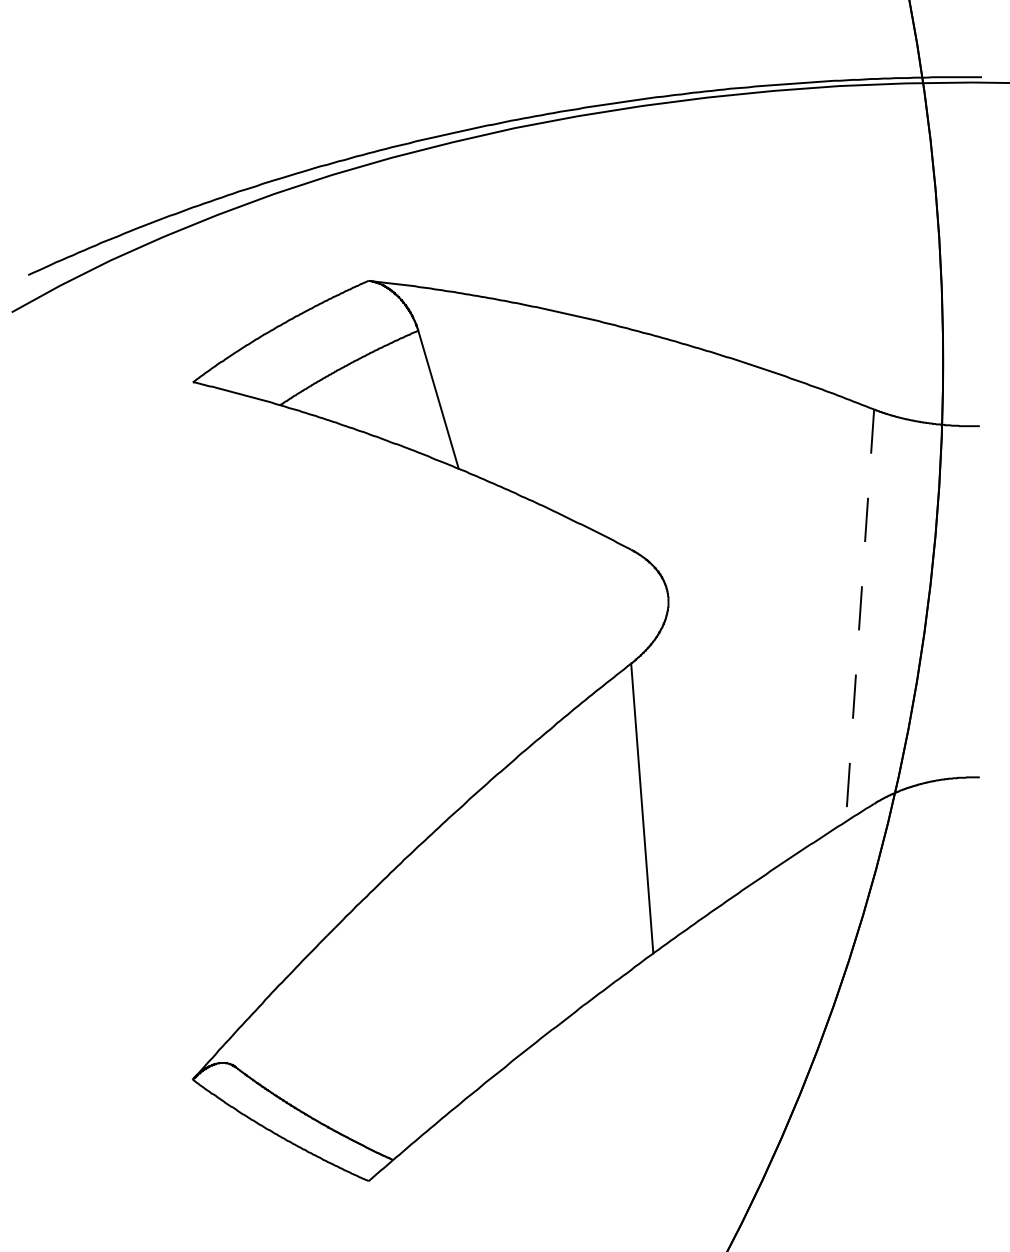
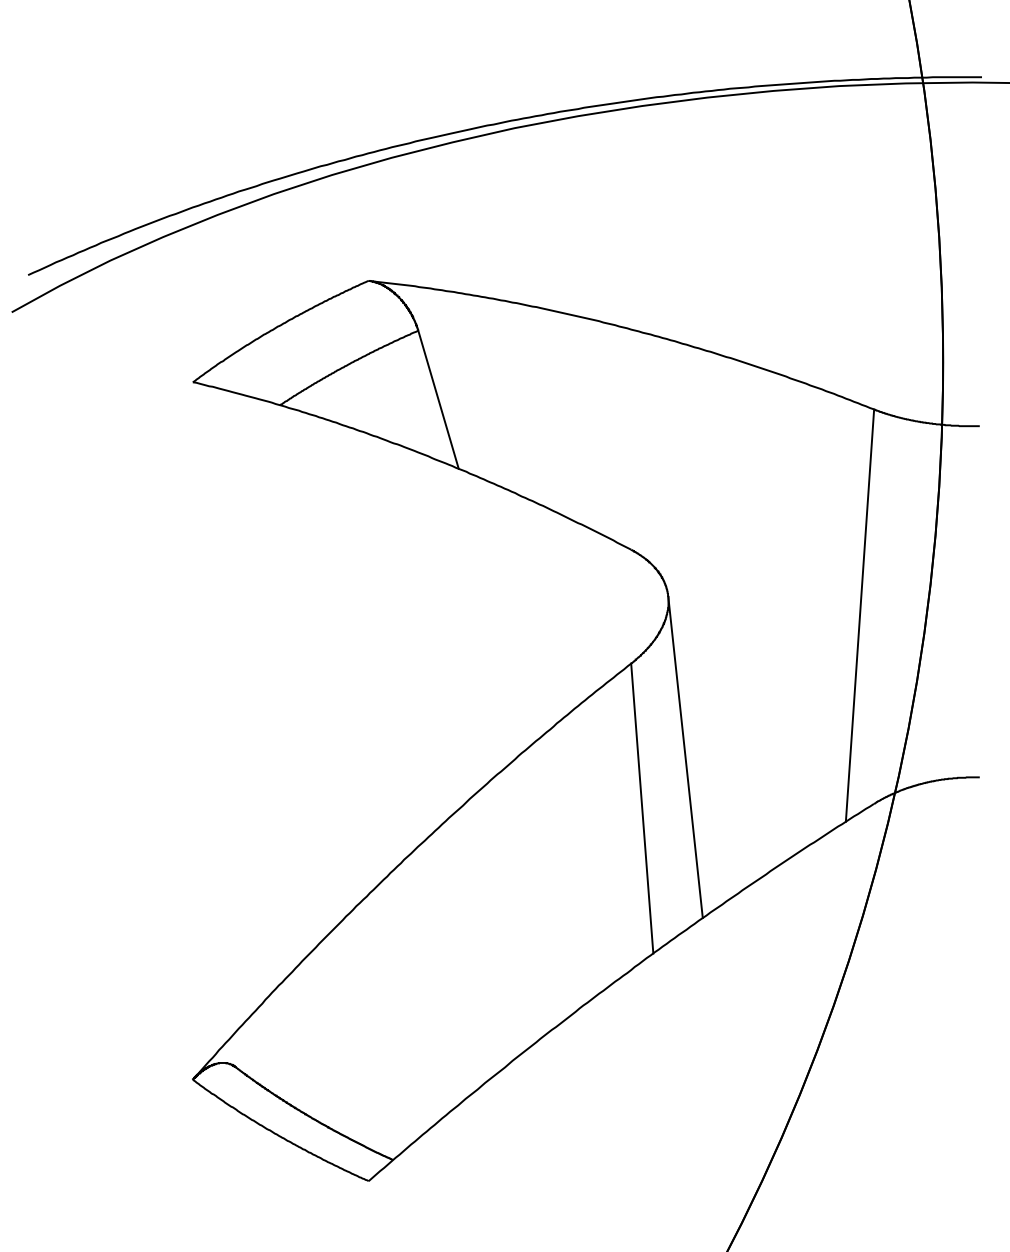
line at (860, 615): dashed -> solid
line at (685, 757): none -> present
